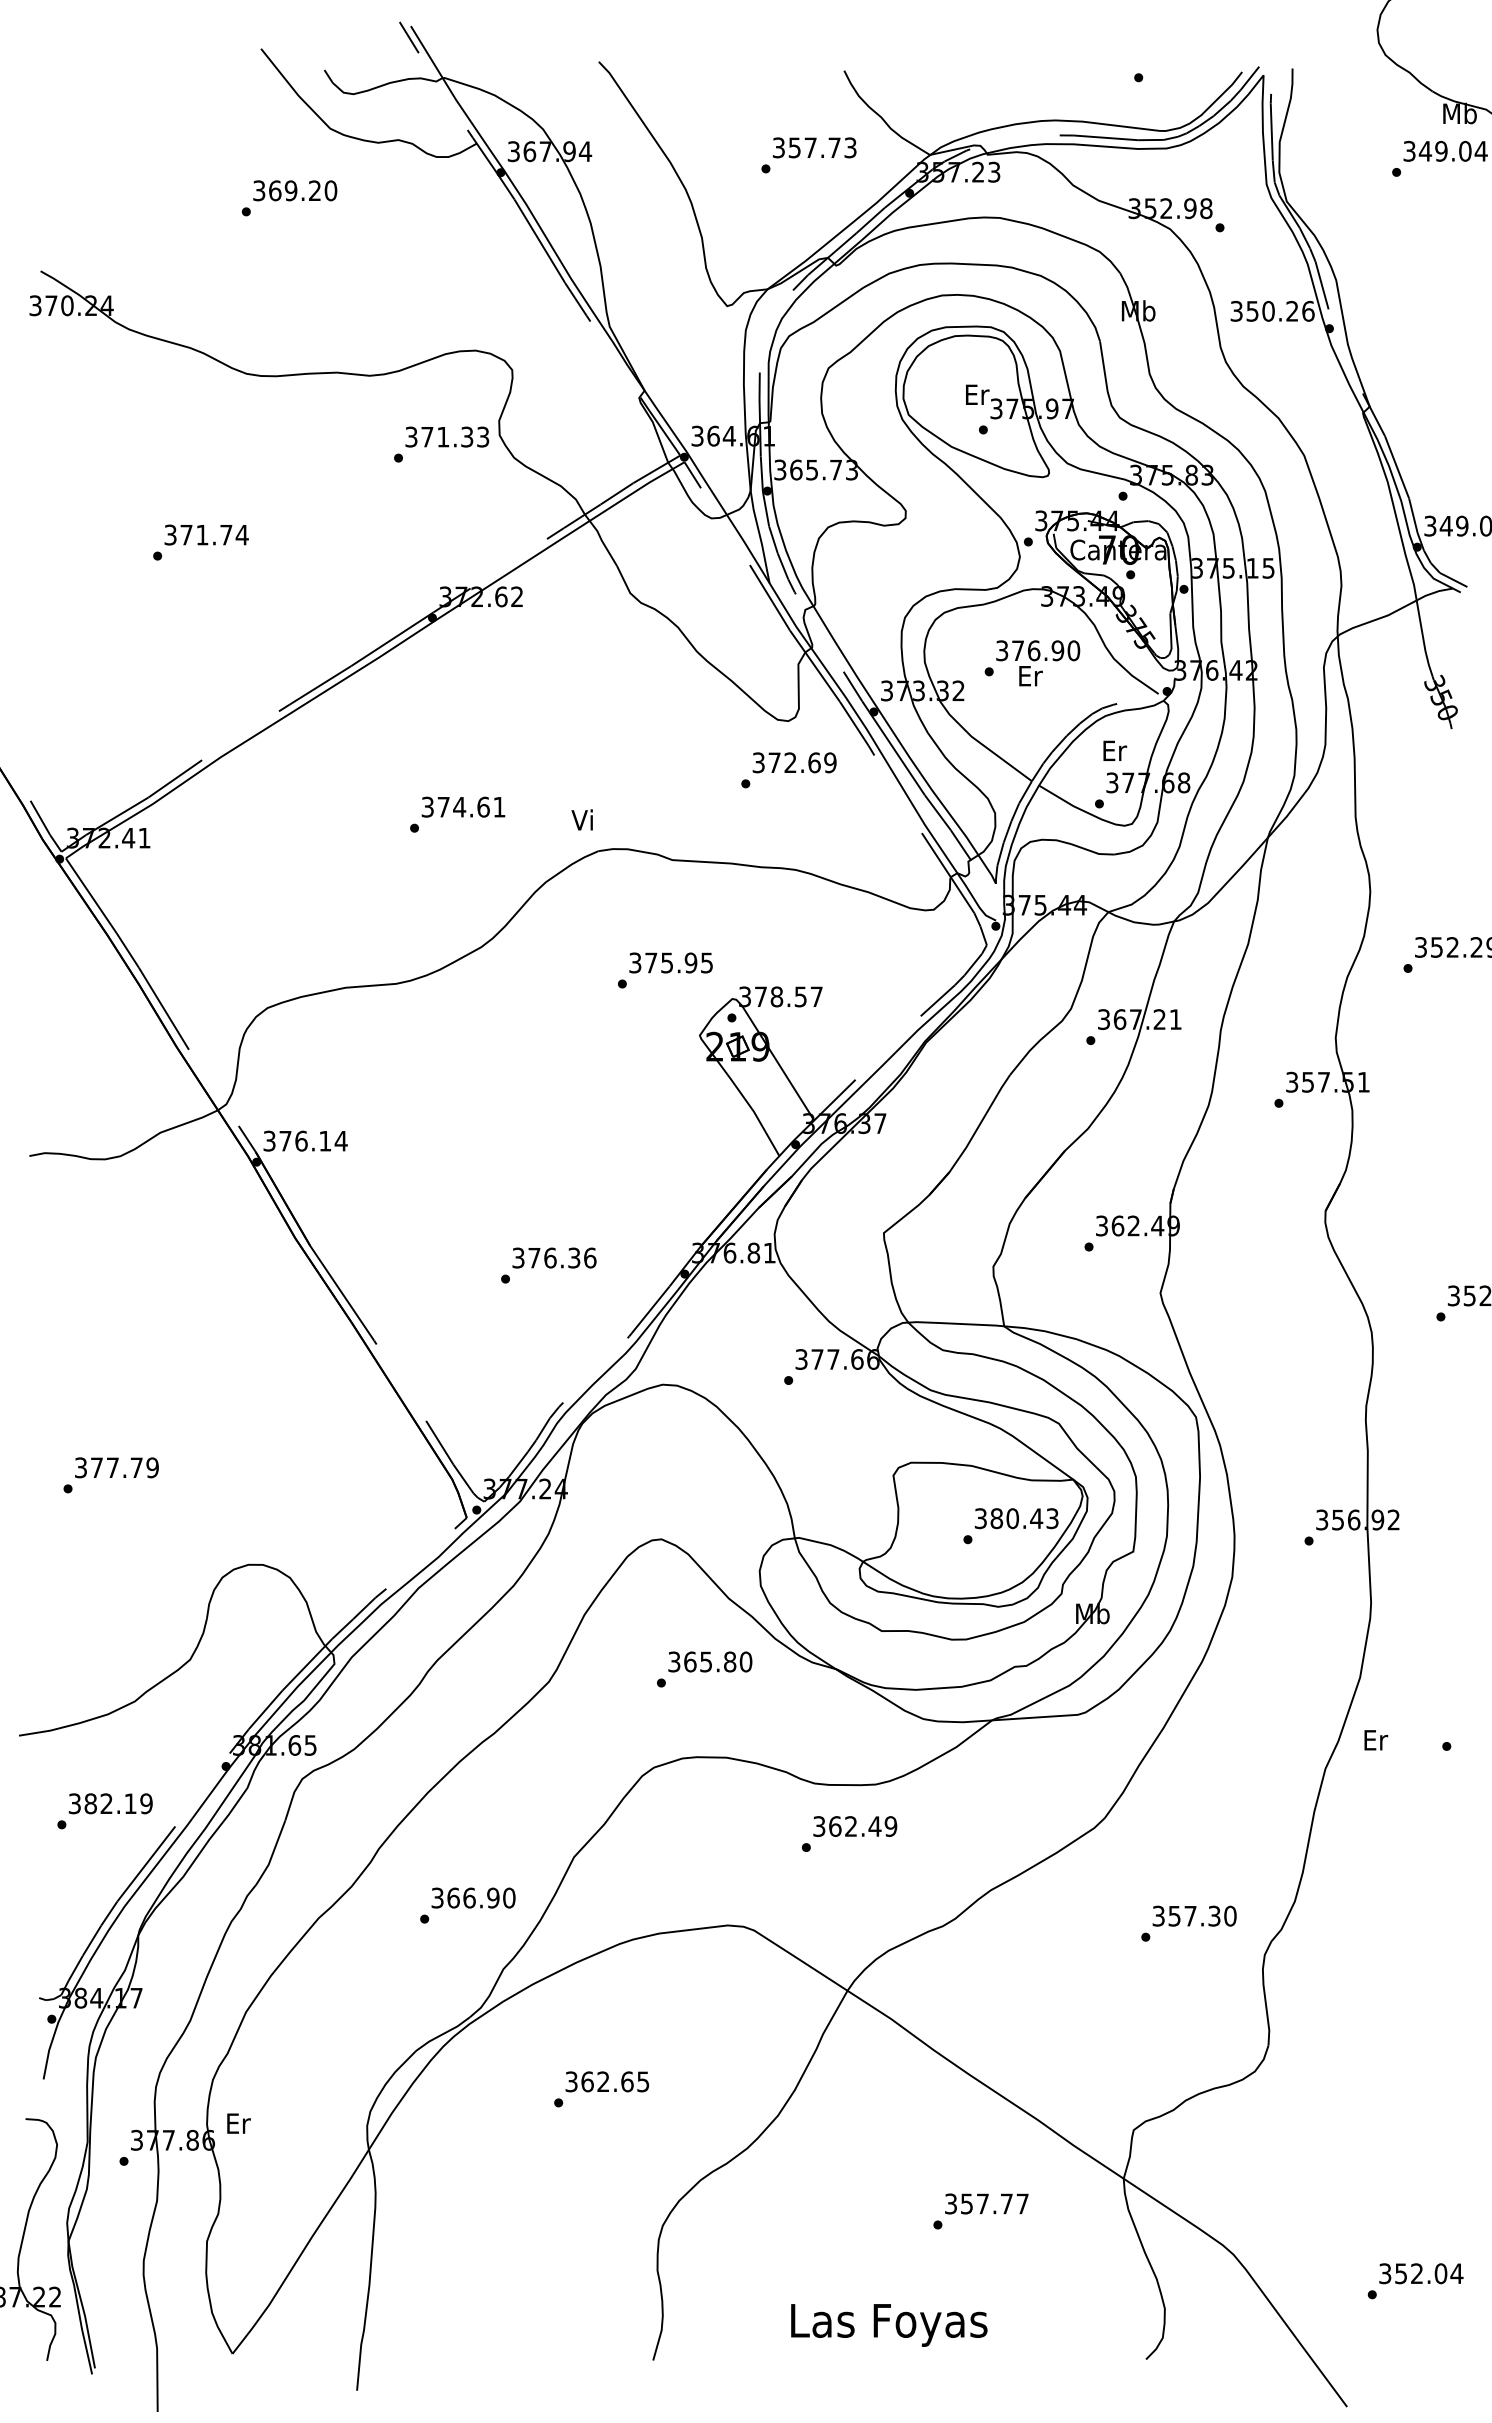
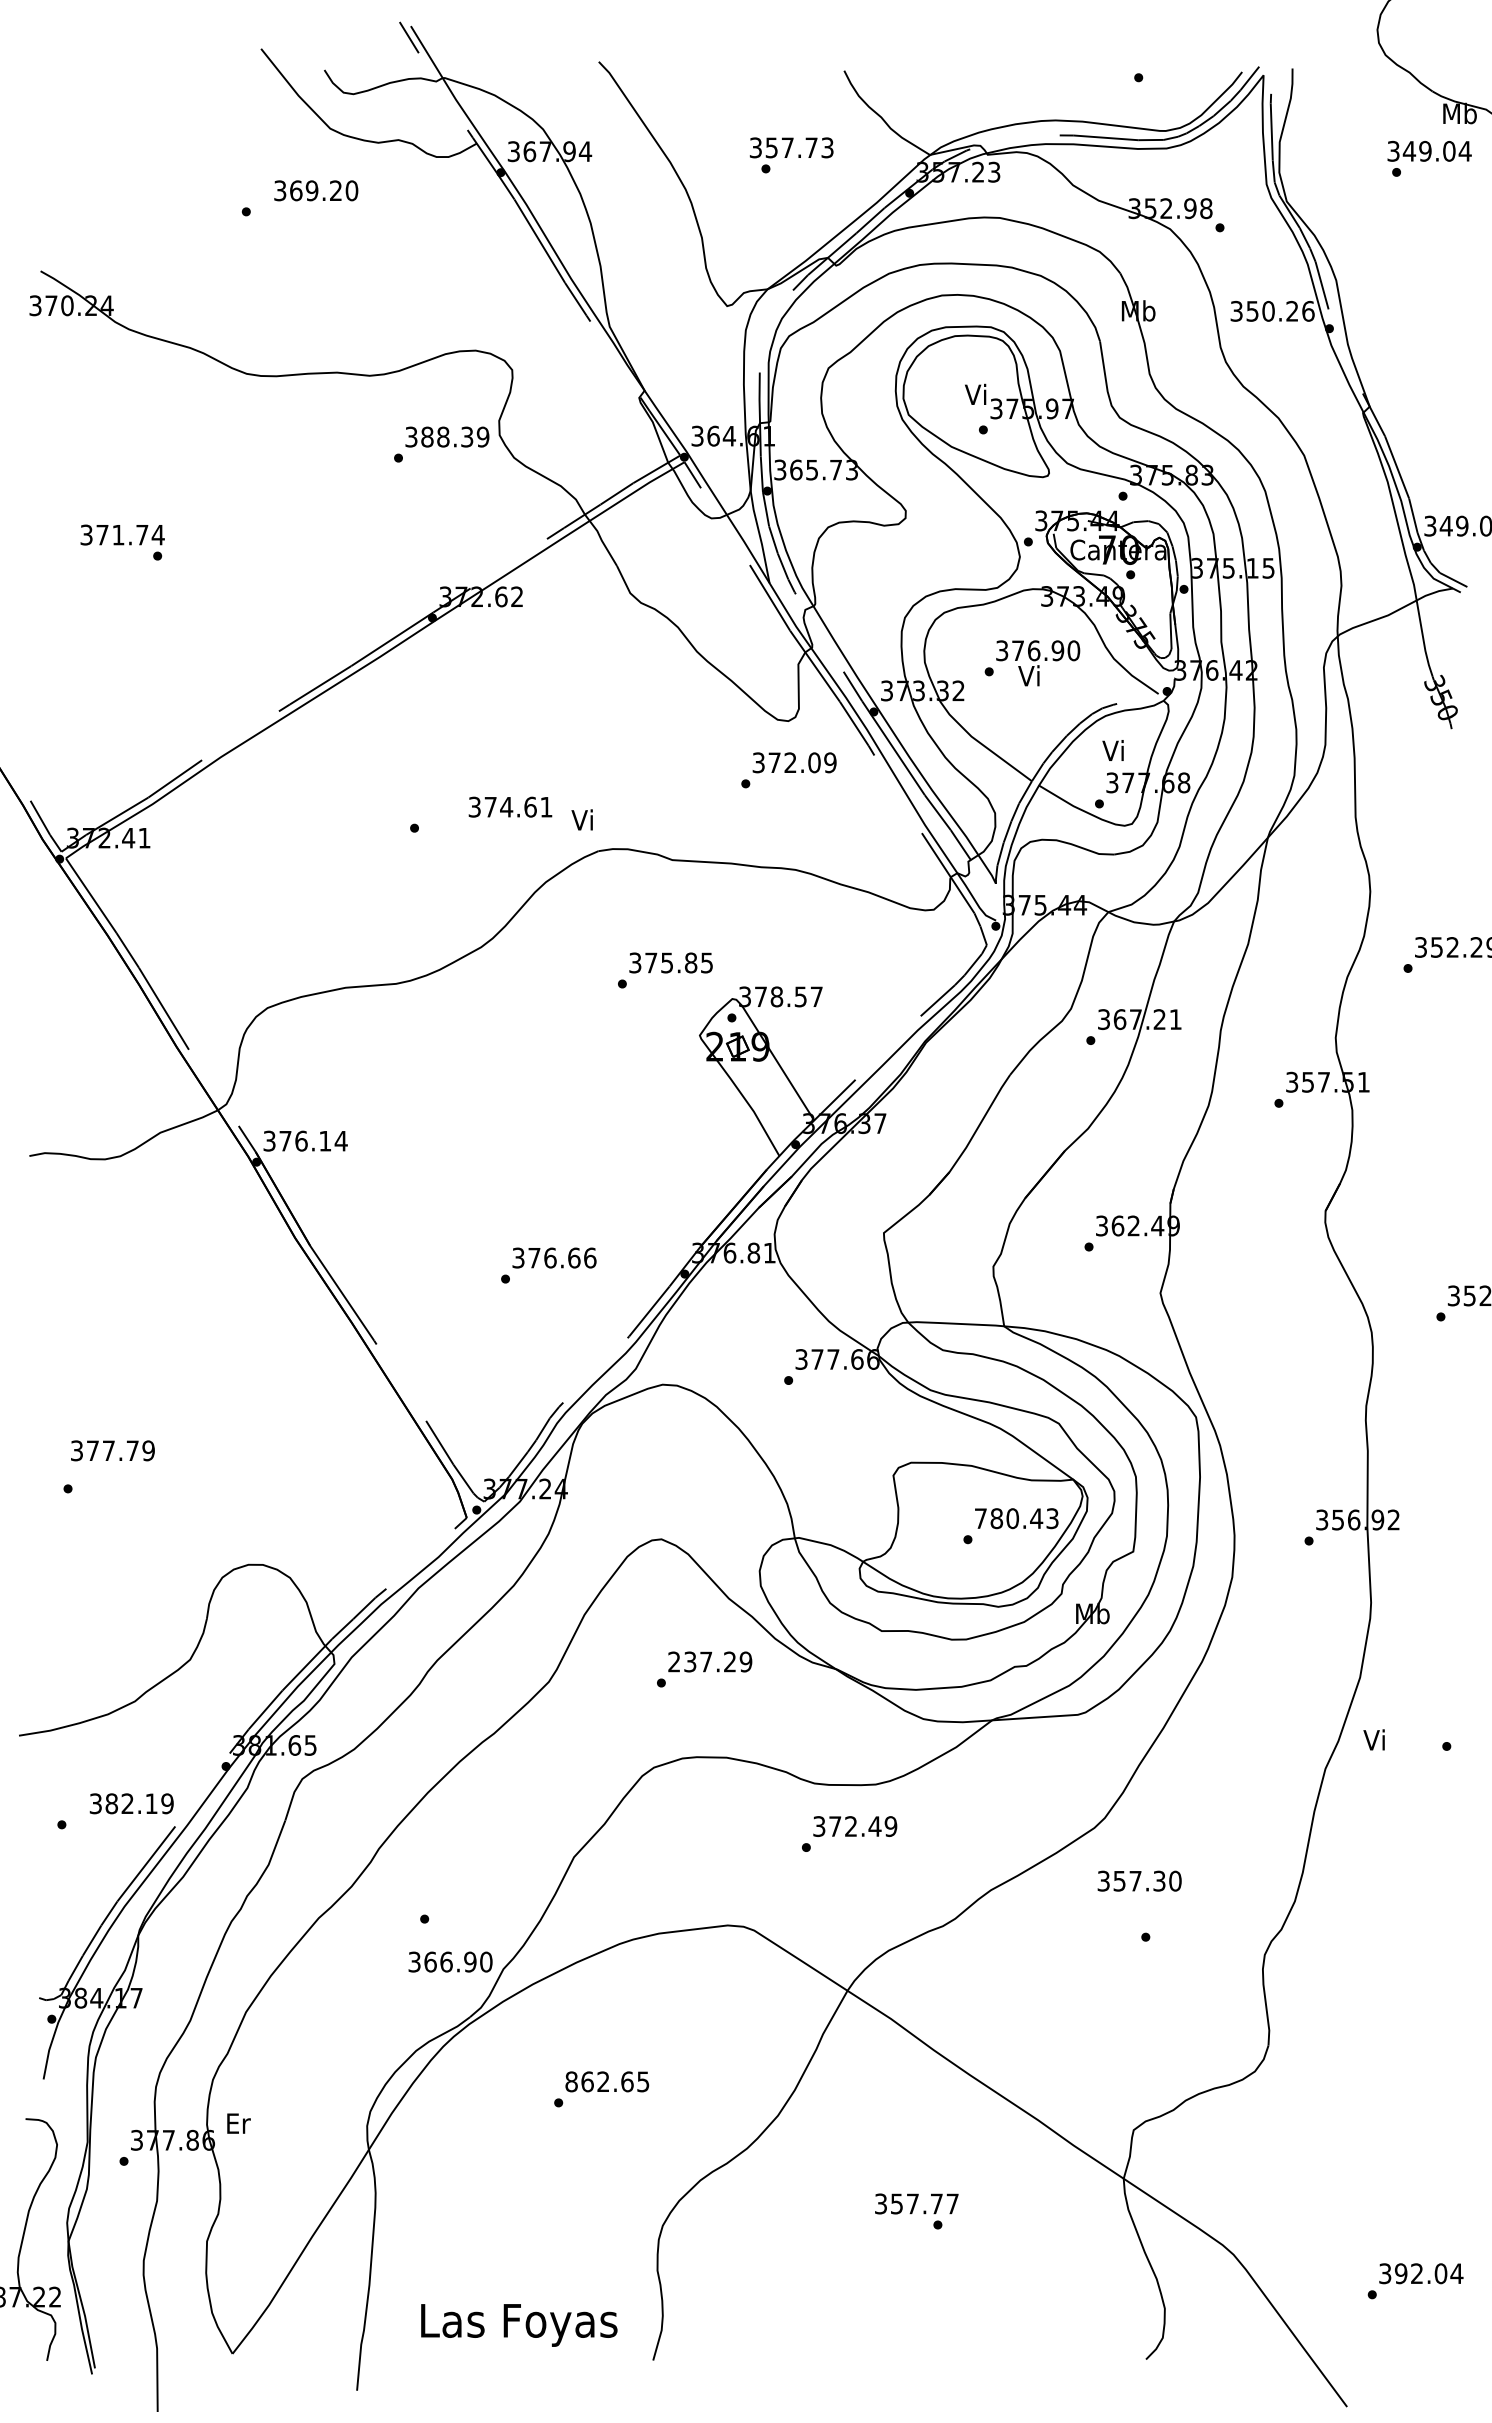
text at (814, 147) position: (814, 147) -> (791, 147)
text at (1445, 151) position: (1445, 151) -> (1429, 151)
text at (295, 190) position: (295, 190) -> (316, 190)
text at (977, 393): Er -> Vi
text at (455, 436): 371.33 -> 388.39
text at (206, 534) position: (206, 534) -> (122, 534)
text at (1030, 675): Er -> Vi
text at (1114, 750): Er -> Vi
text at (814, 762): 372.69 -> 372.09
text at (463, 806) position: (463, 806) -> (510, 806)
text at (690, 962): 375.95 -> 375.85
text at (574, 1257): 376.36 -> 376.66
text at (116, 1467) position: (116, 1467) -> (112, 1450)
text at (980, 1518): 380.43 -> 780.43
text at (710, 1661): 365.80 -> 237.29
text at (1375, 1739): Er -> Vi
text at (110, 1803) position: (110, 1803) -> (131, 1803)
text at (835, 1826): 362.49 -> 372.49
text at (473, 1897) position: (473, 1897) -> (450, 1961)
text at (1194, 1915) position: (1194, 1915) -> (1139, 1880)
text at (571, 2081): 362.65 -> 862.65
text at (986, 2203) position: (986, 2203) -> (916, 2203)
text at (1400, 2273): 352.04 -> 392.04
text at (889, 2325) position: (889, 2325) -> (519, 2325)
